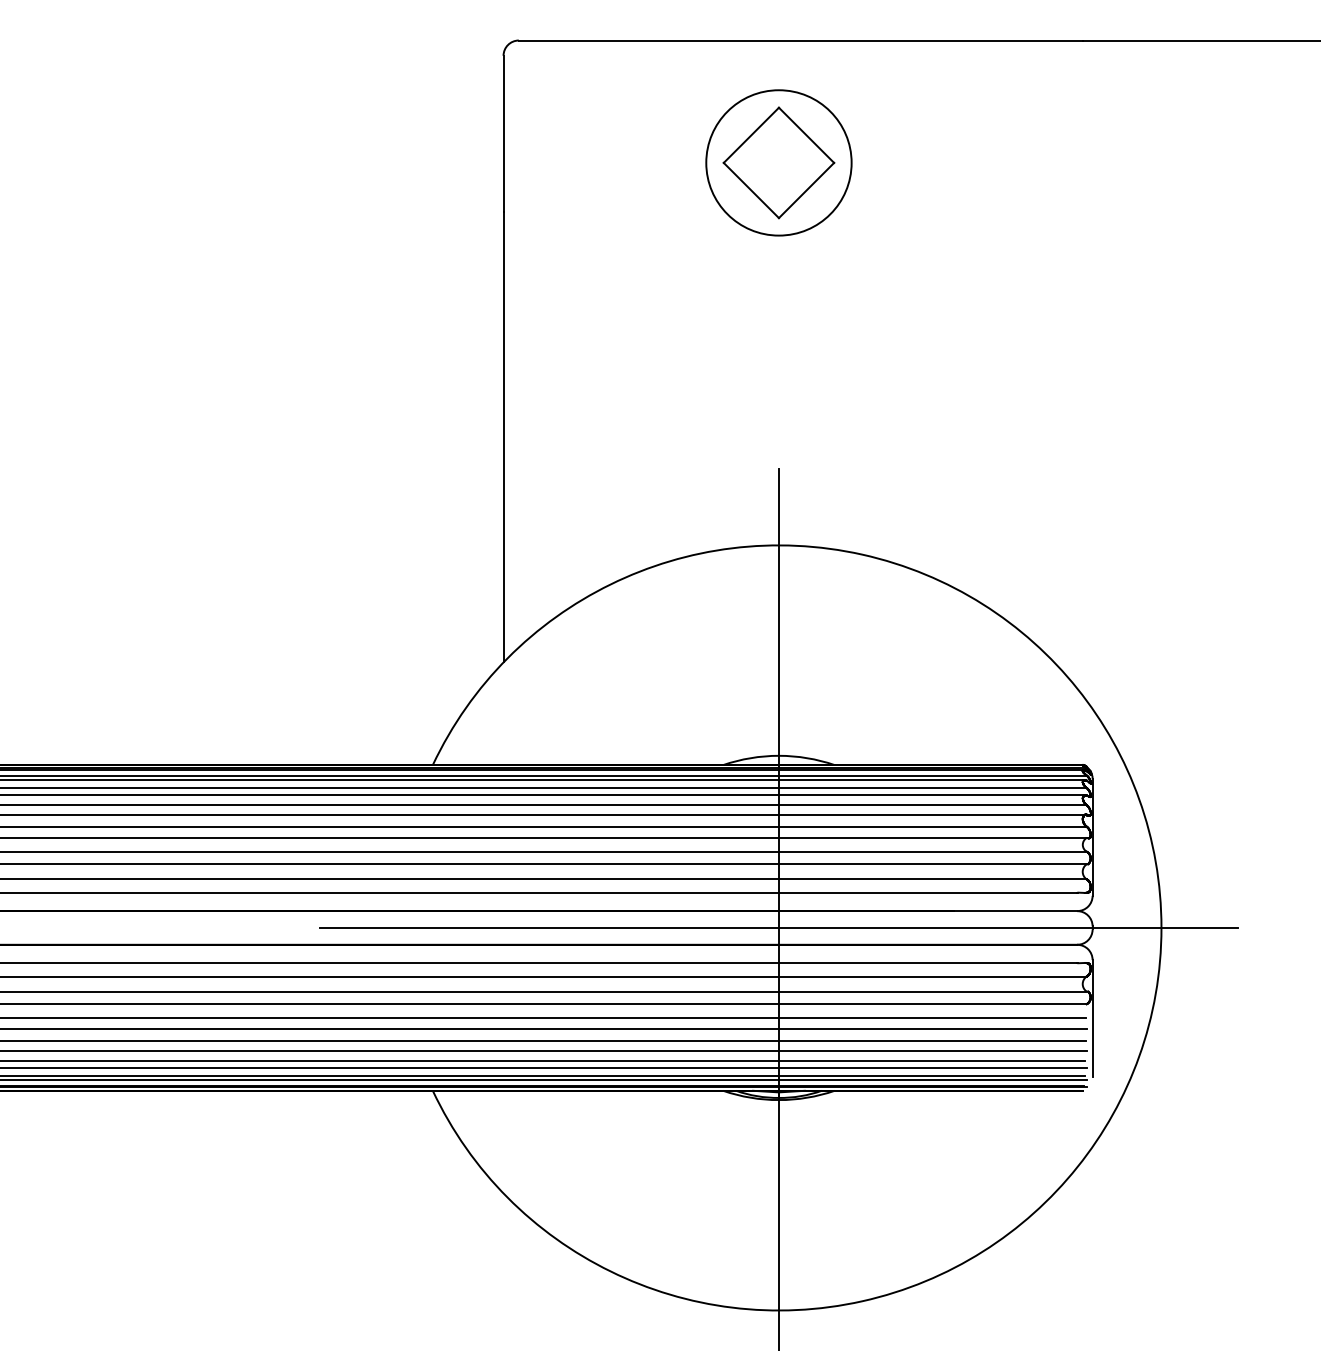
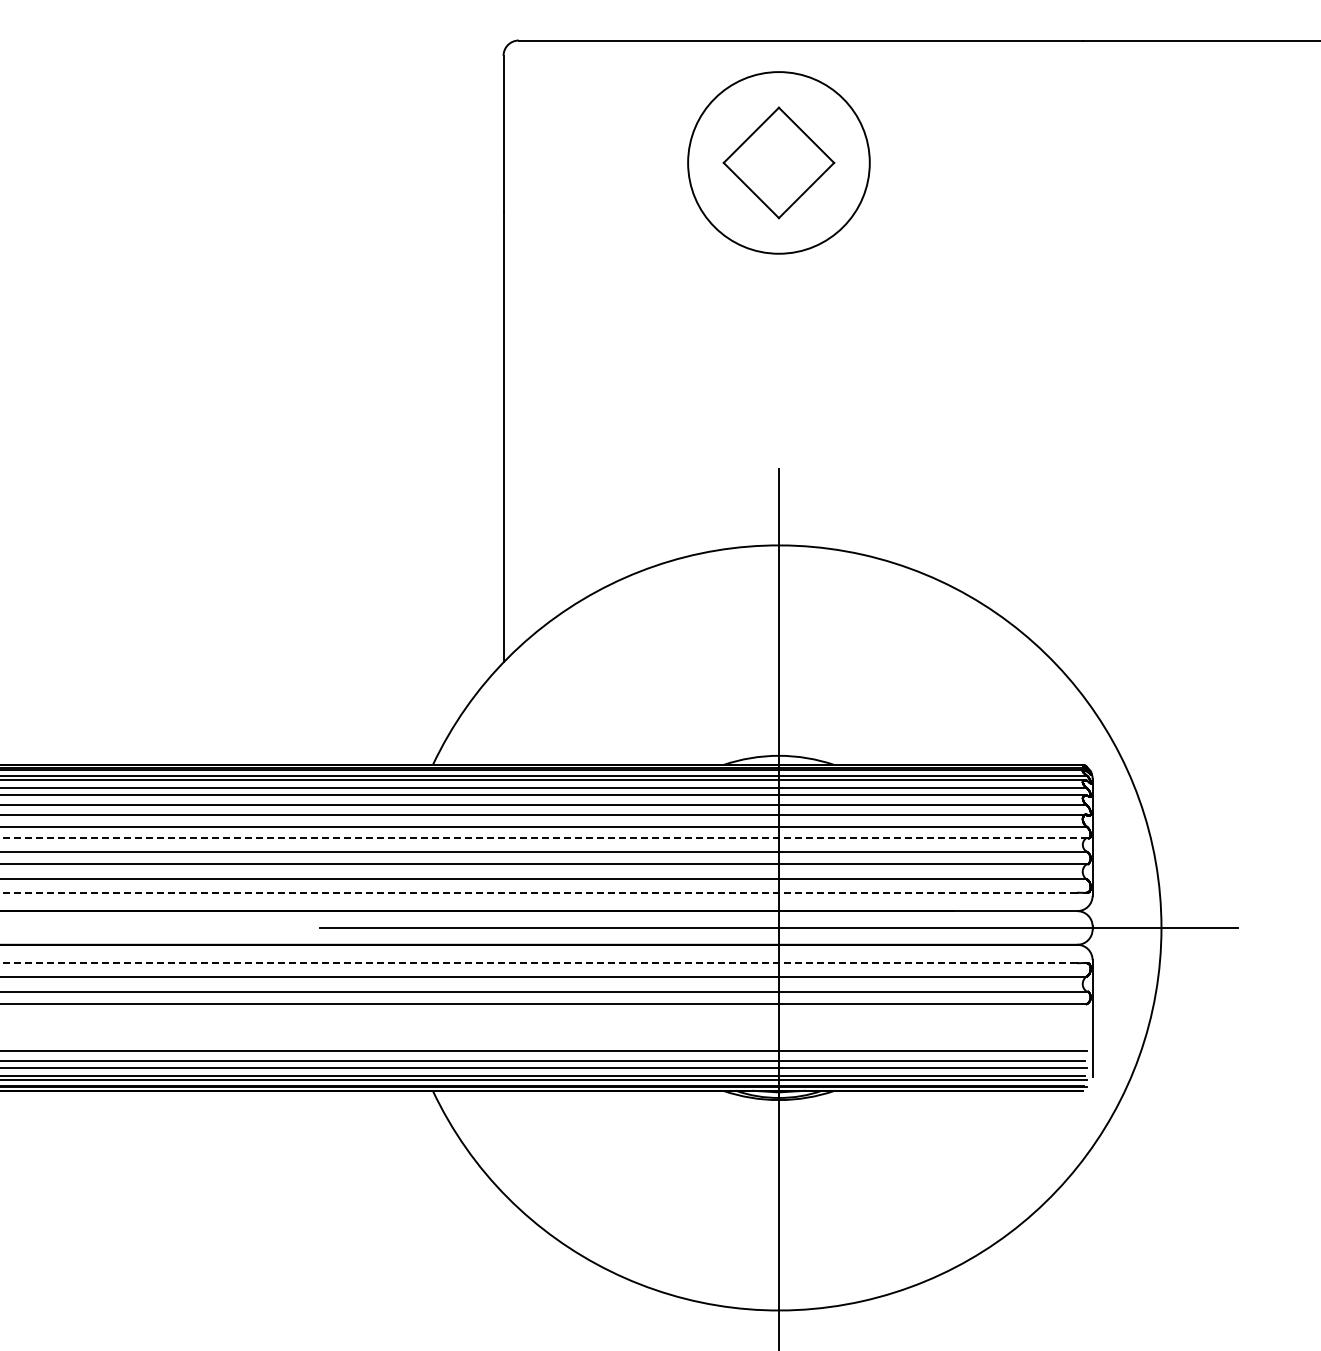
circle at (778, 162) diameter: 145 px -> 182 px
line at (543, 837): solid -> dashed
line at (538, 892): solid -> dashed
line at (538, 963): solid -> dashed
line at (544, 1017): present -> none
line at (544, 1029): present -> none
line at (543, 1041): present -> none
